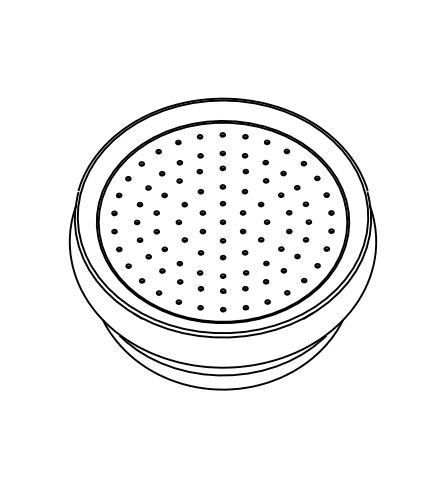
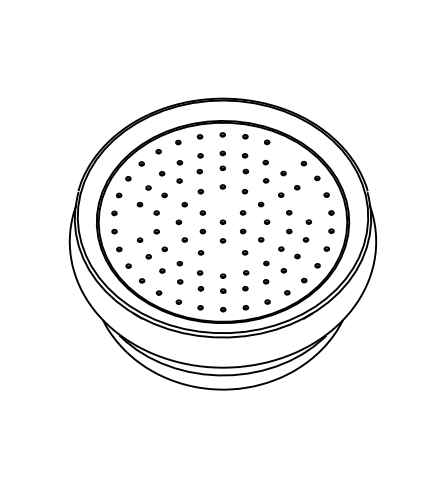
part at (286, 151): present -> none
part at (222, 203): present -> none
part at (305, 203): present -> none
part at (136, 222): present -> none
part at (222, 257): present -> none
